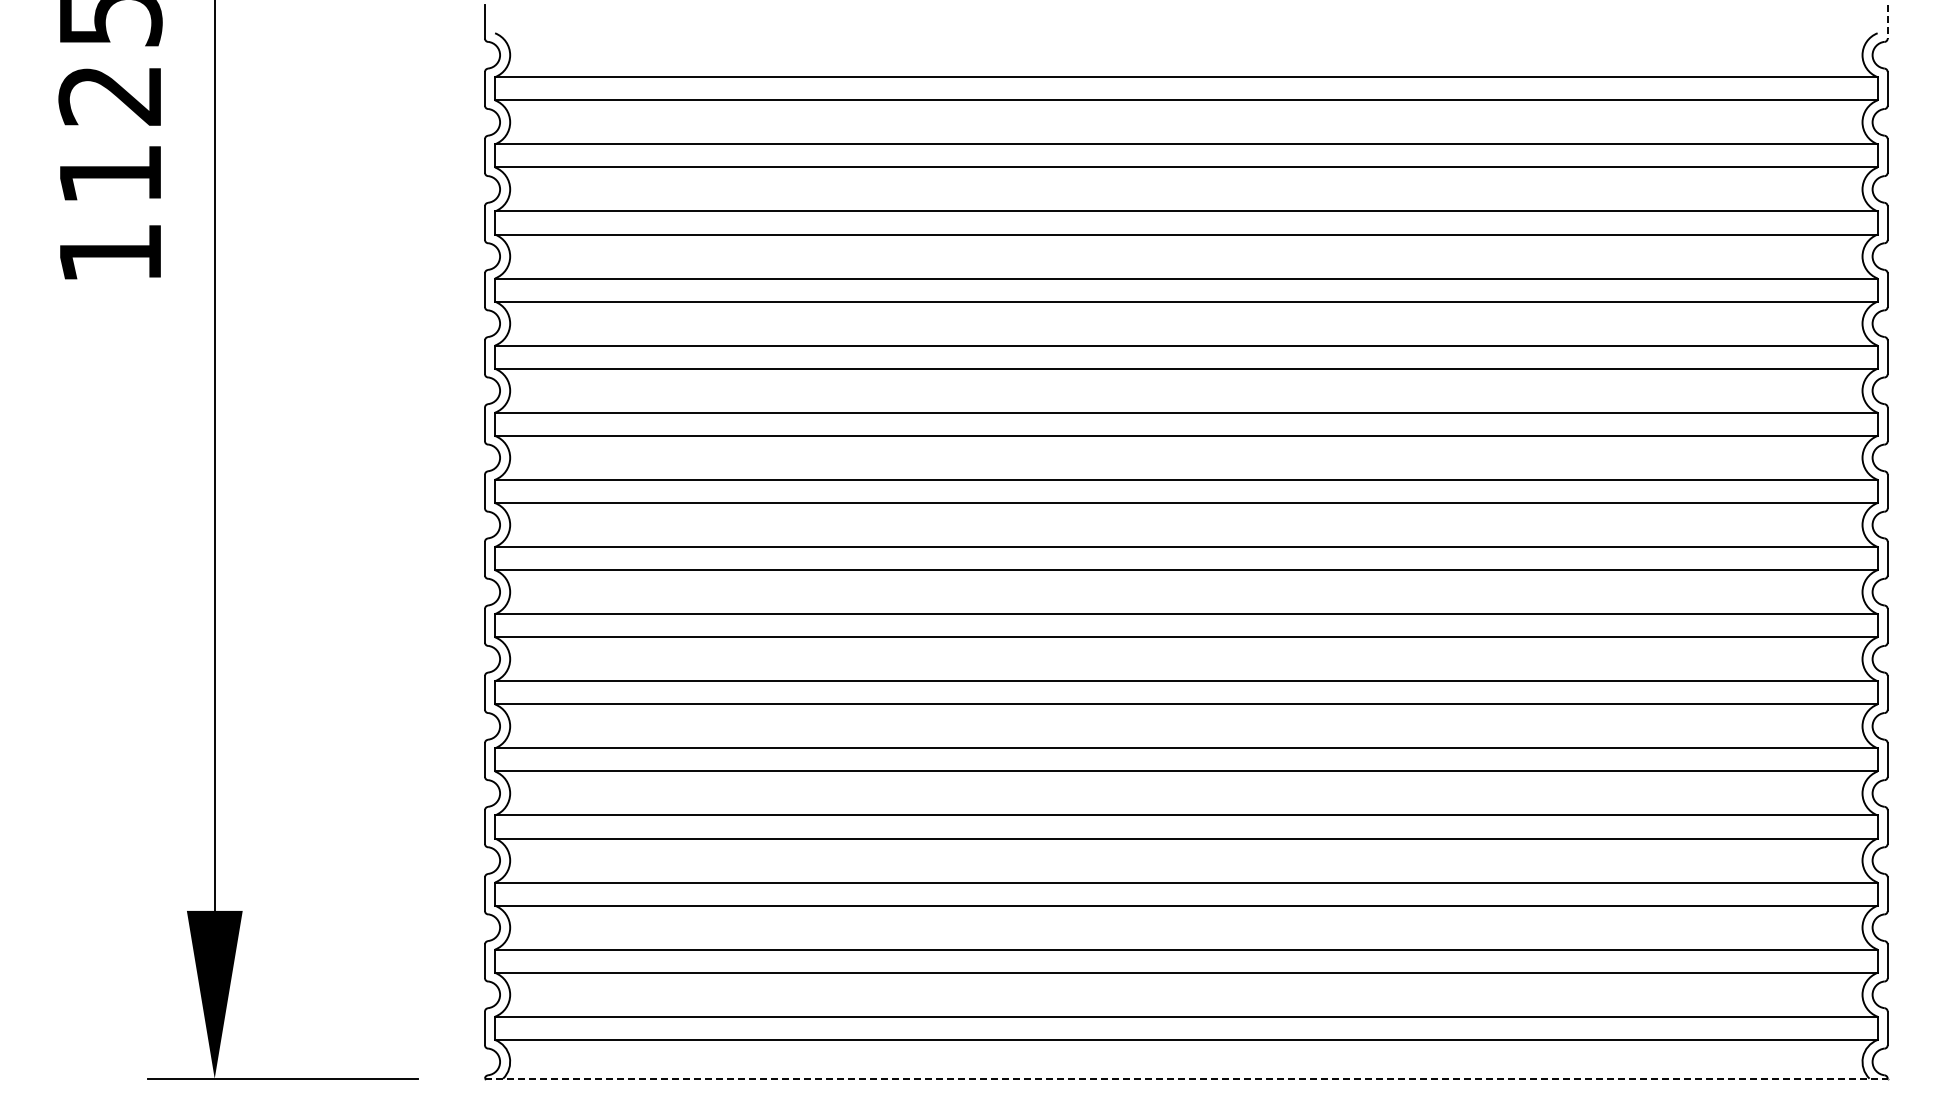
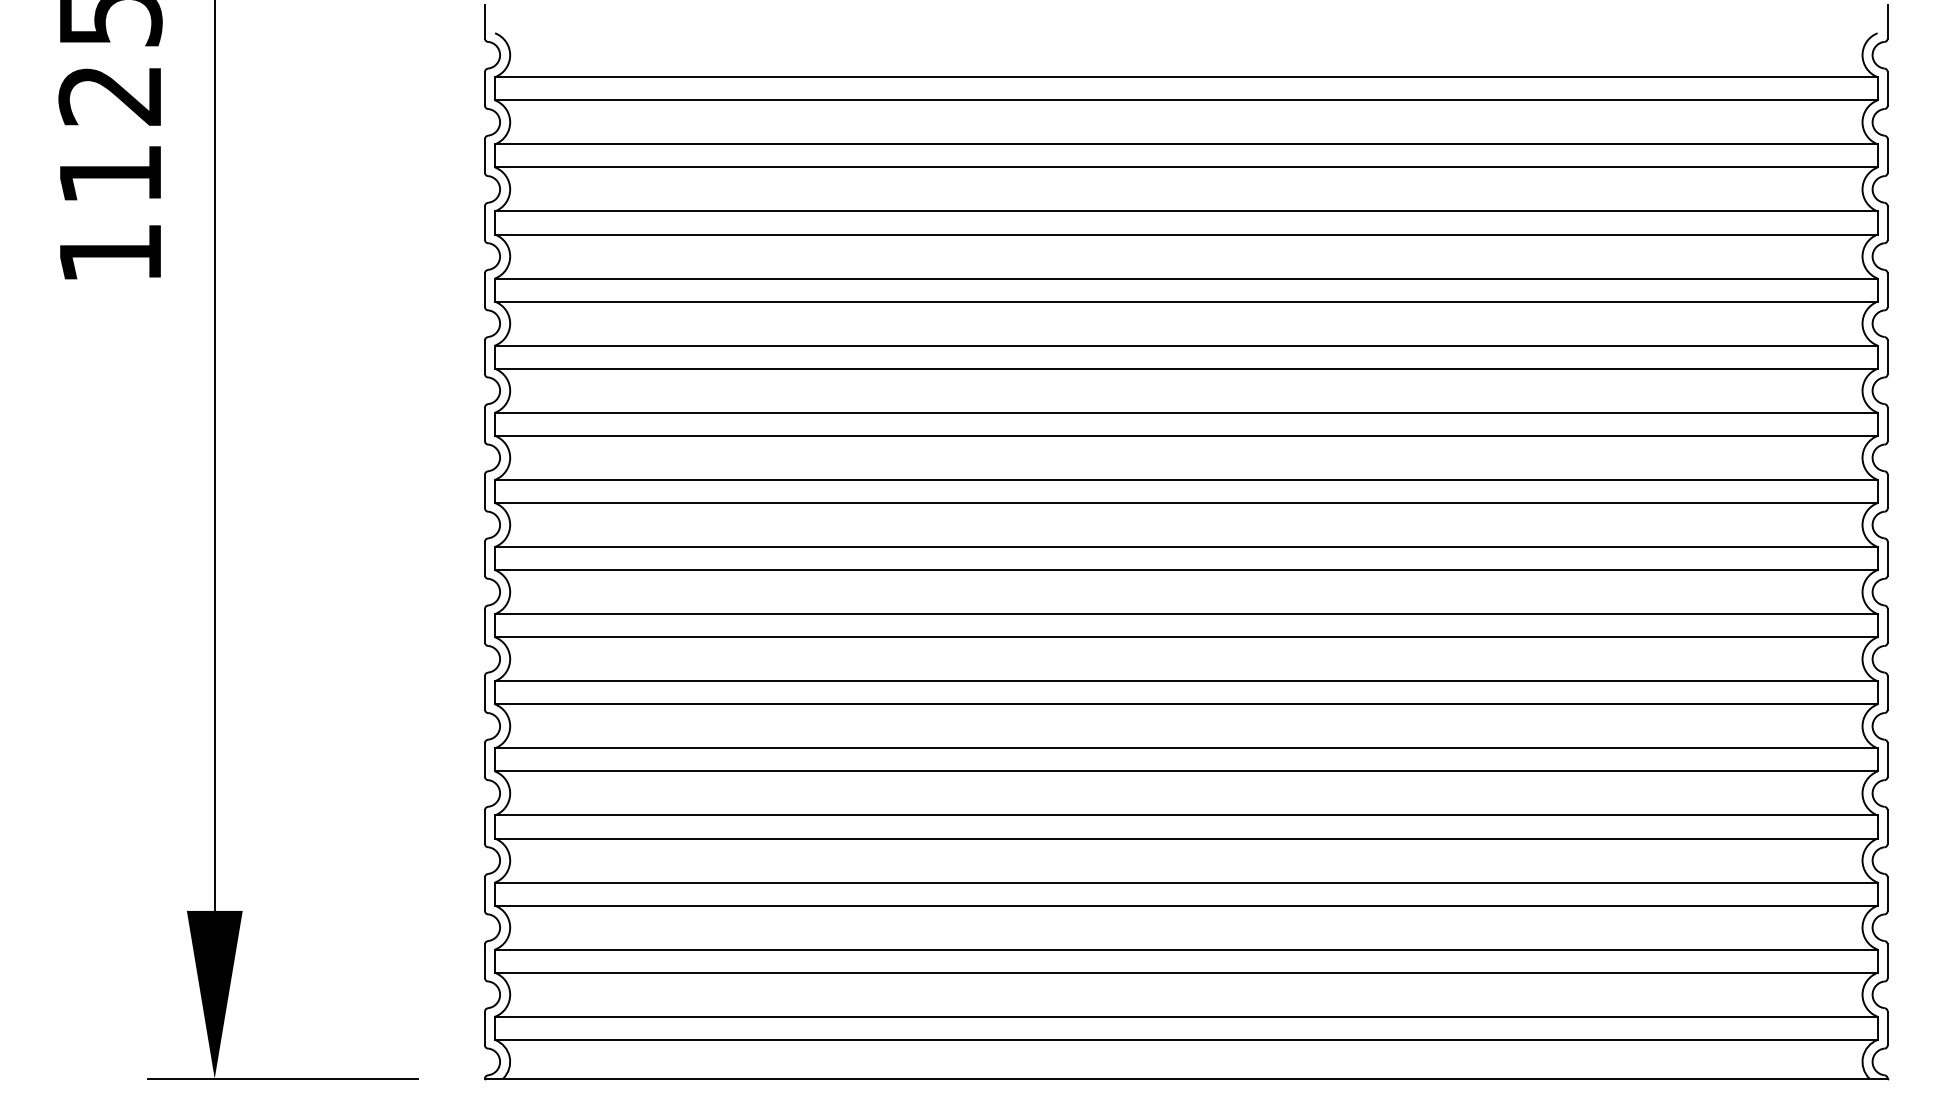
line at (1887, 21): dashed -> solid
line at (1186, 1078): dashed -> solid
